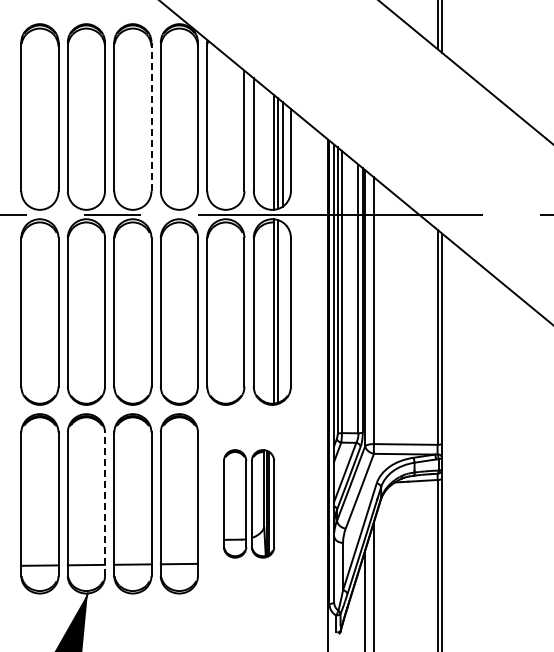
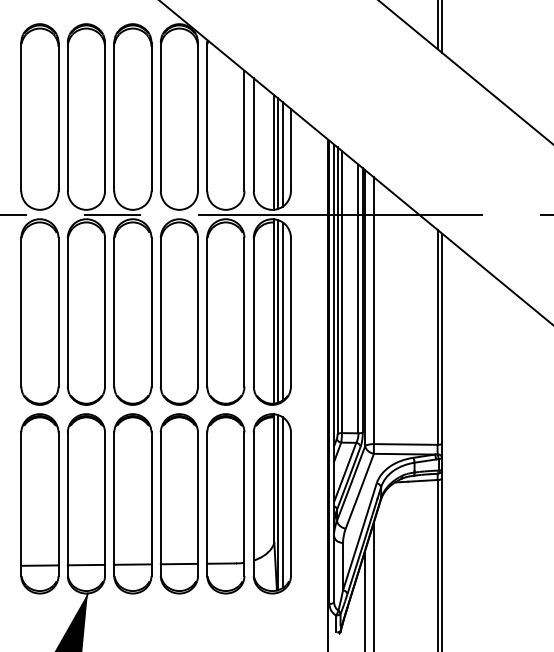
line at (151, 116): dashed -> solid
line at (282, 311): none -> present
part at (249, 503) size: 53x110 px -> 86x182 px
line at (105, 504): dashed -> solid
